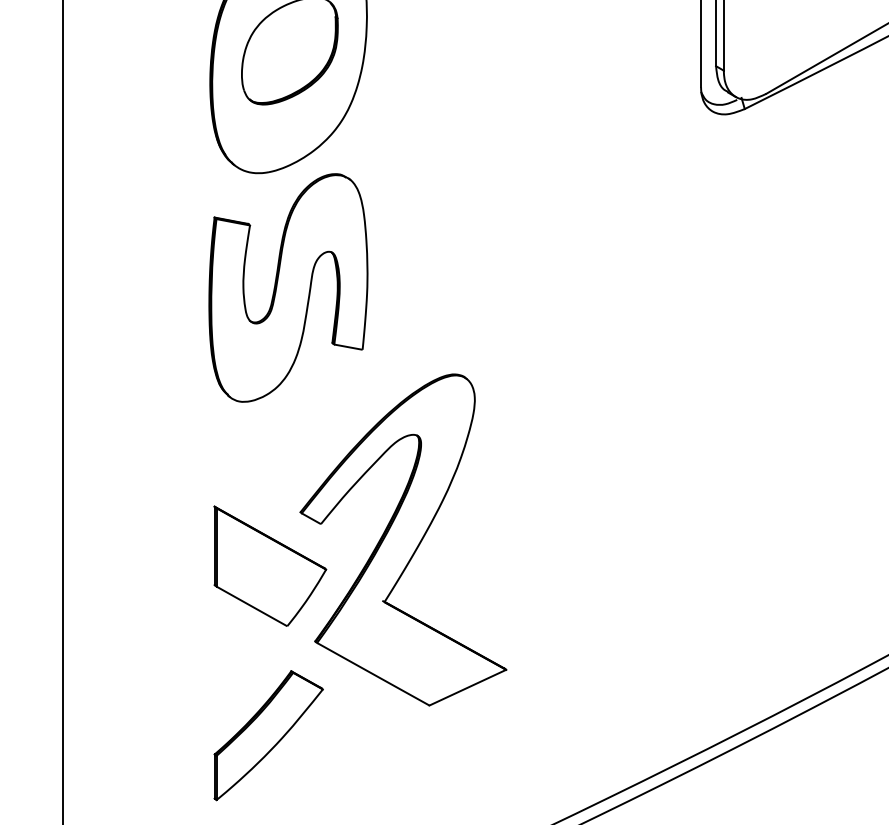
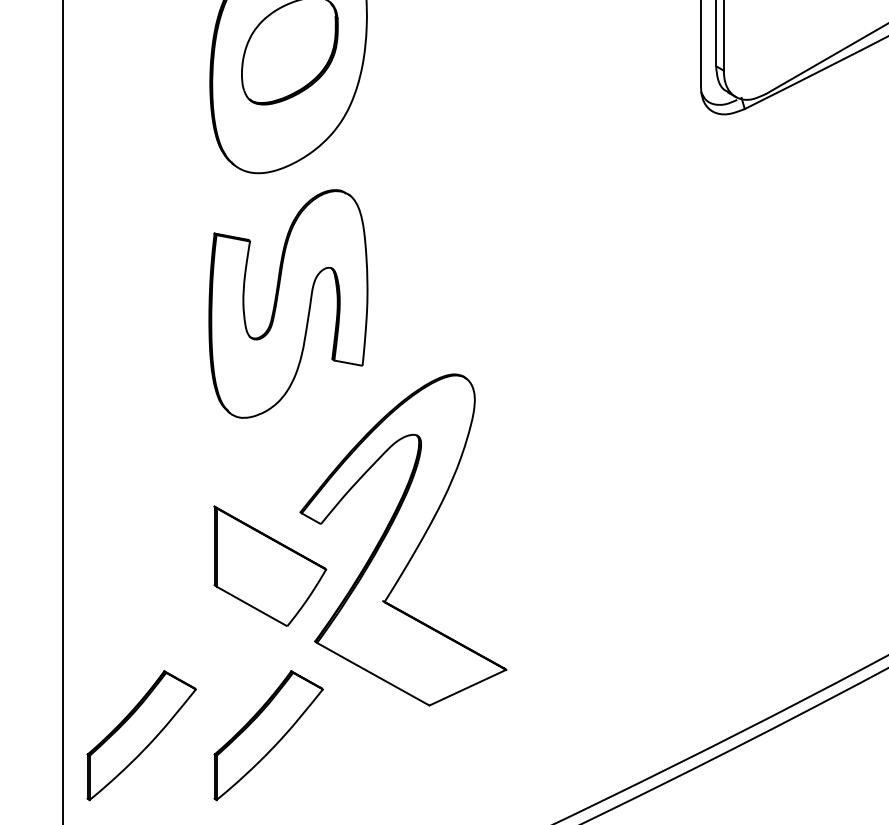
part at (288, 287) position: (288, 287) -> (288, 303)
part at (141, 735): none -> present
